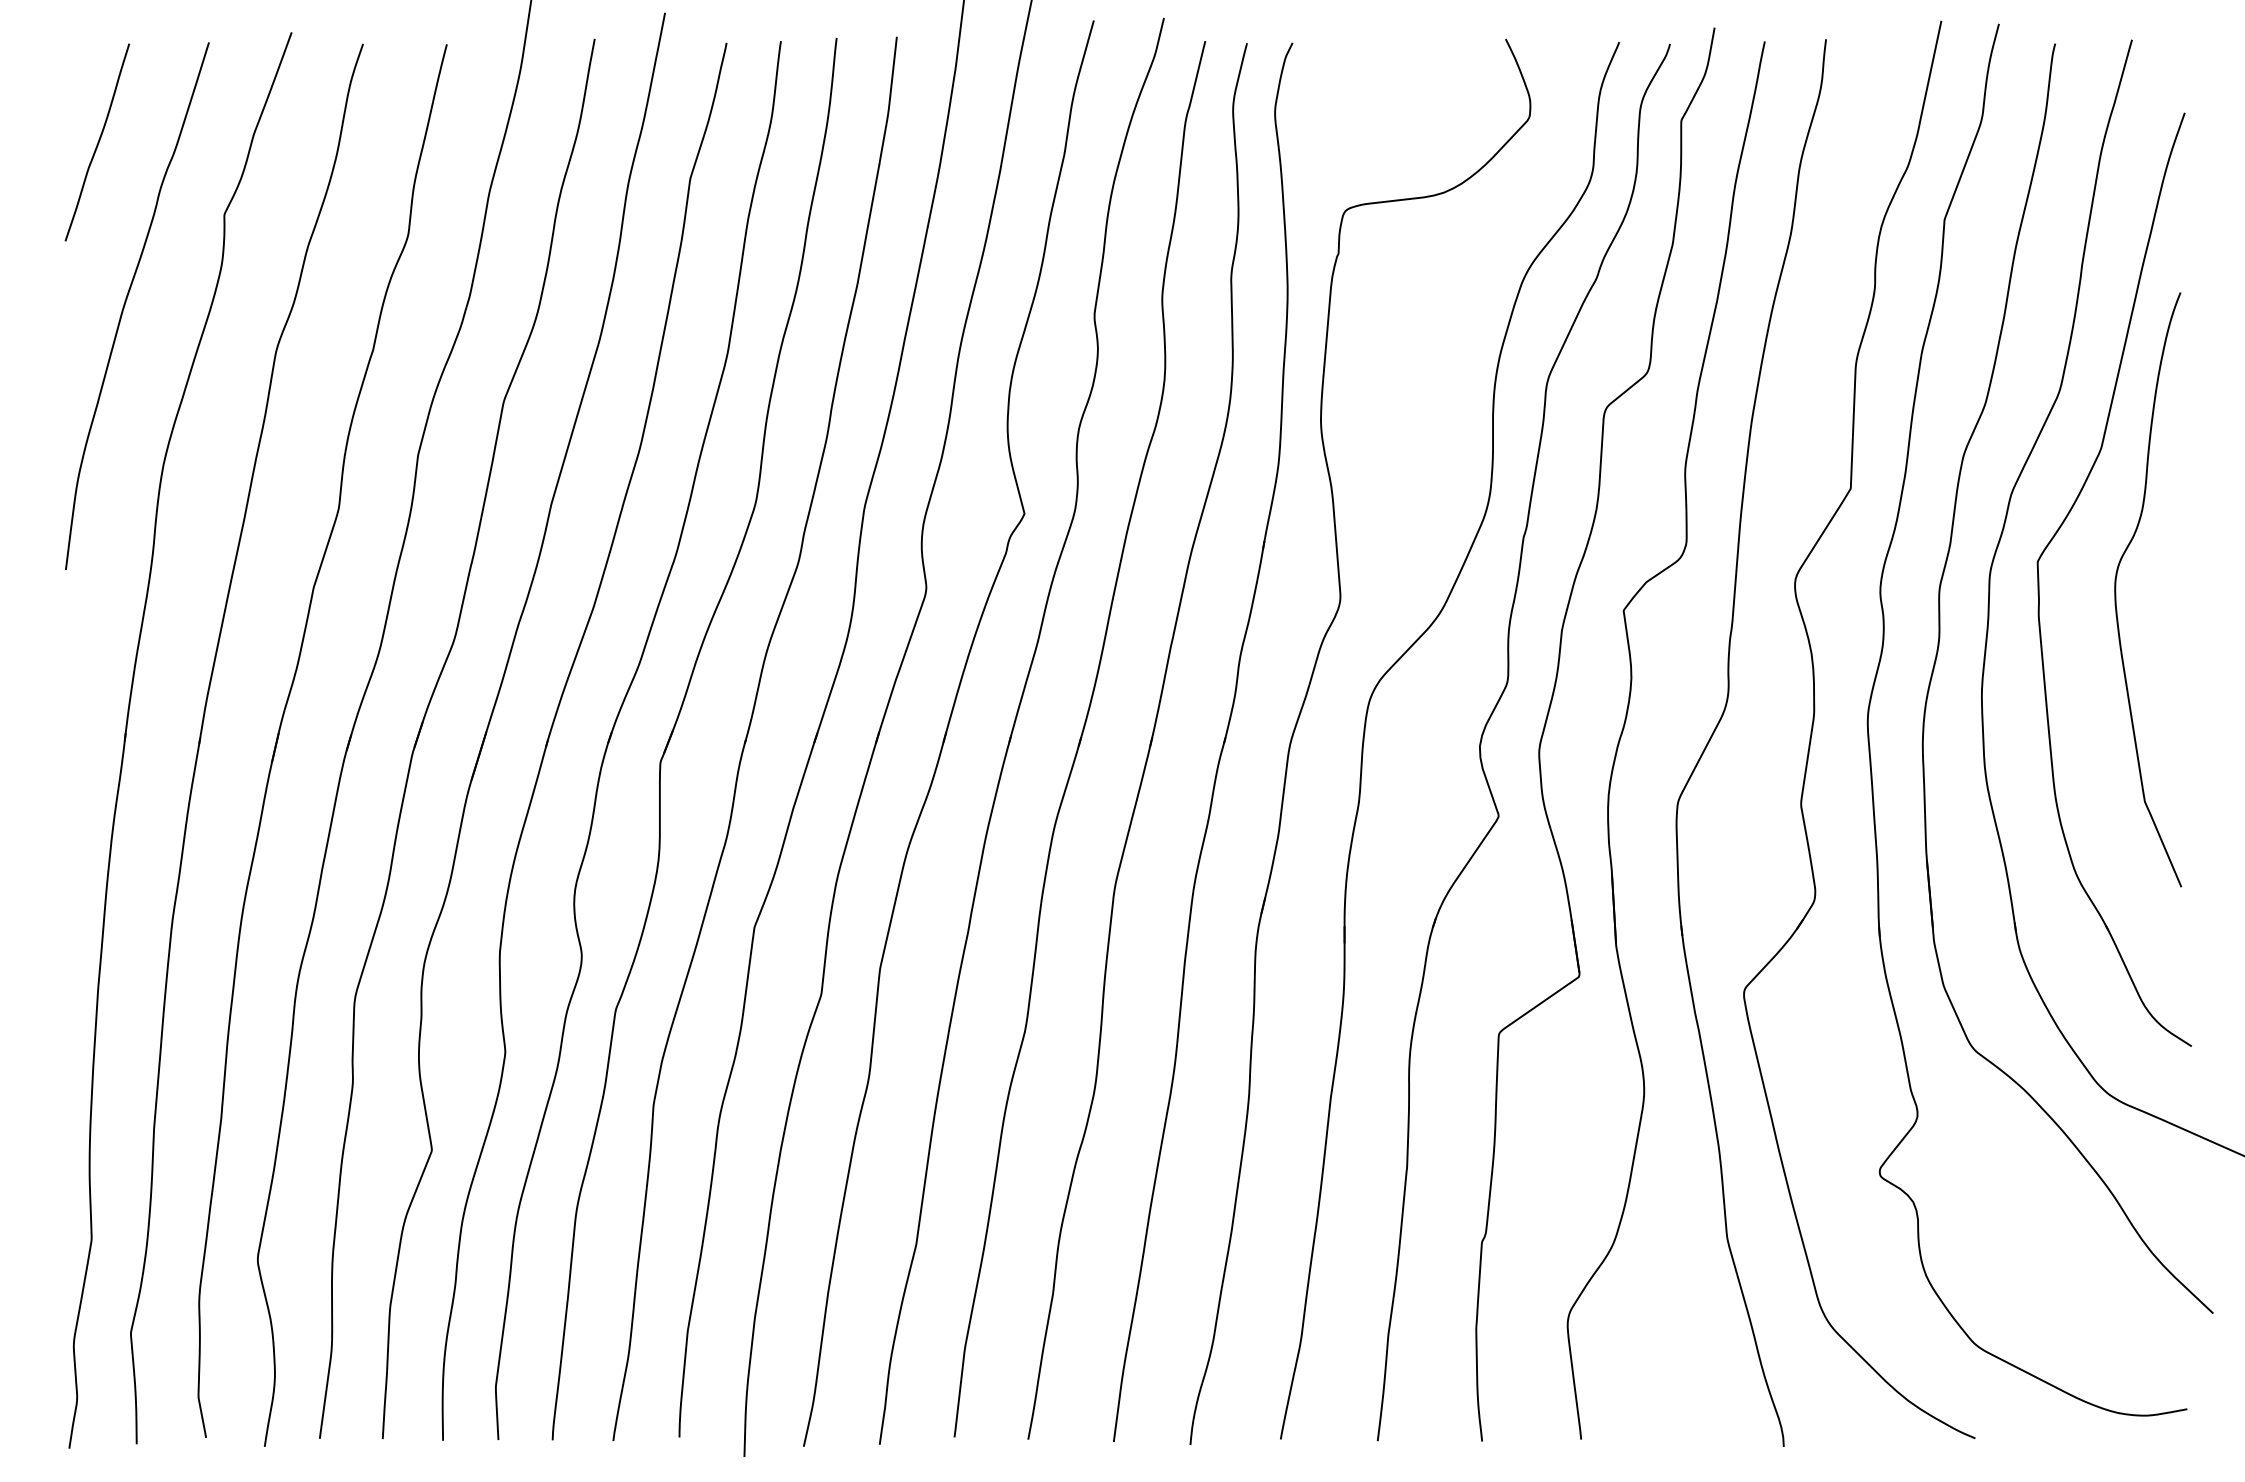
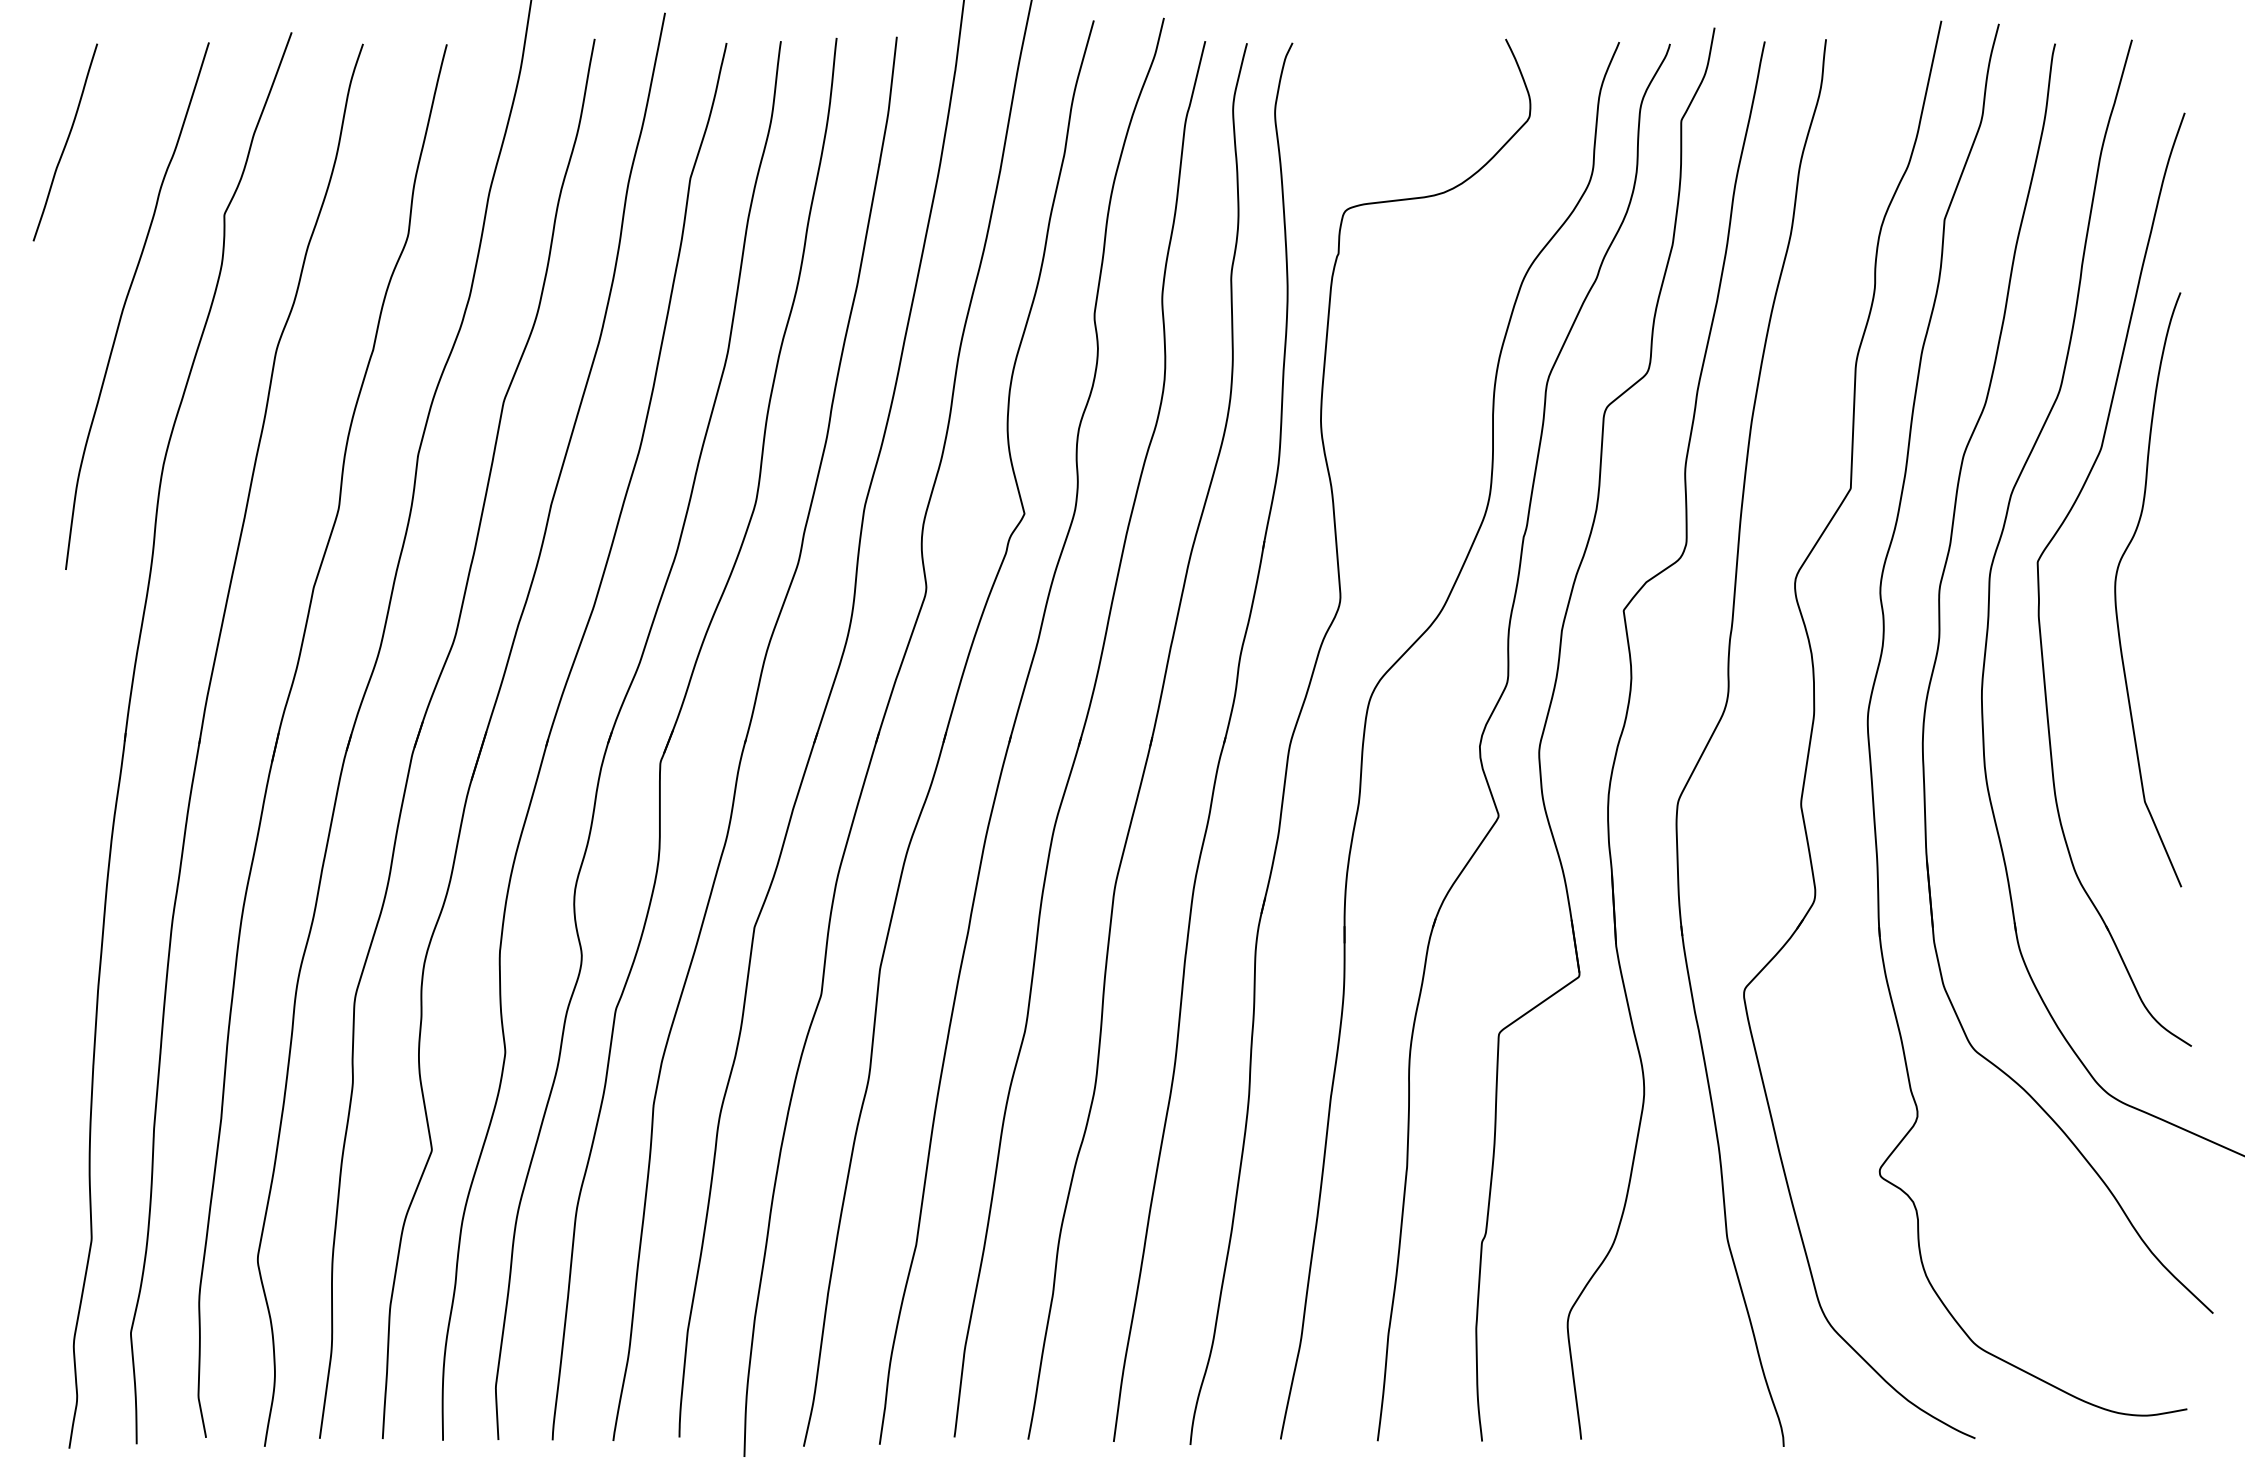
curve at (97, 142) position: (97, 142) -> (65, 142)
